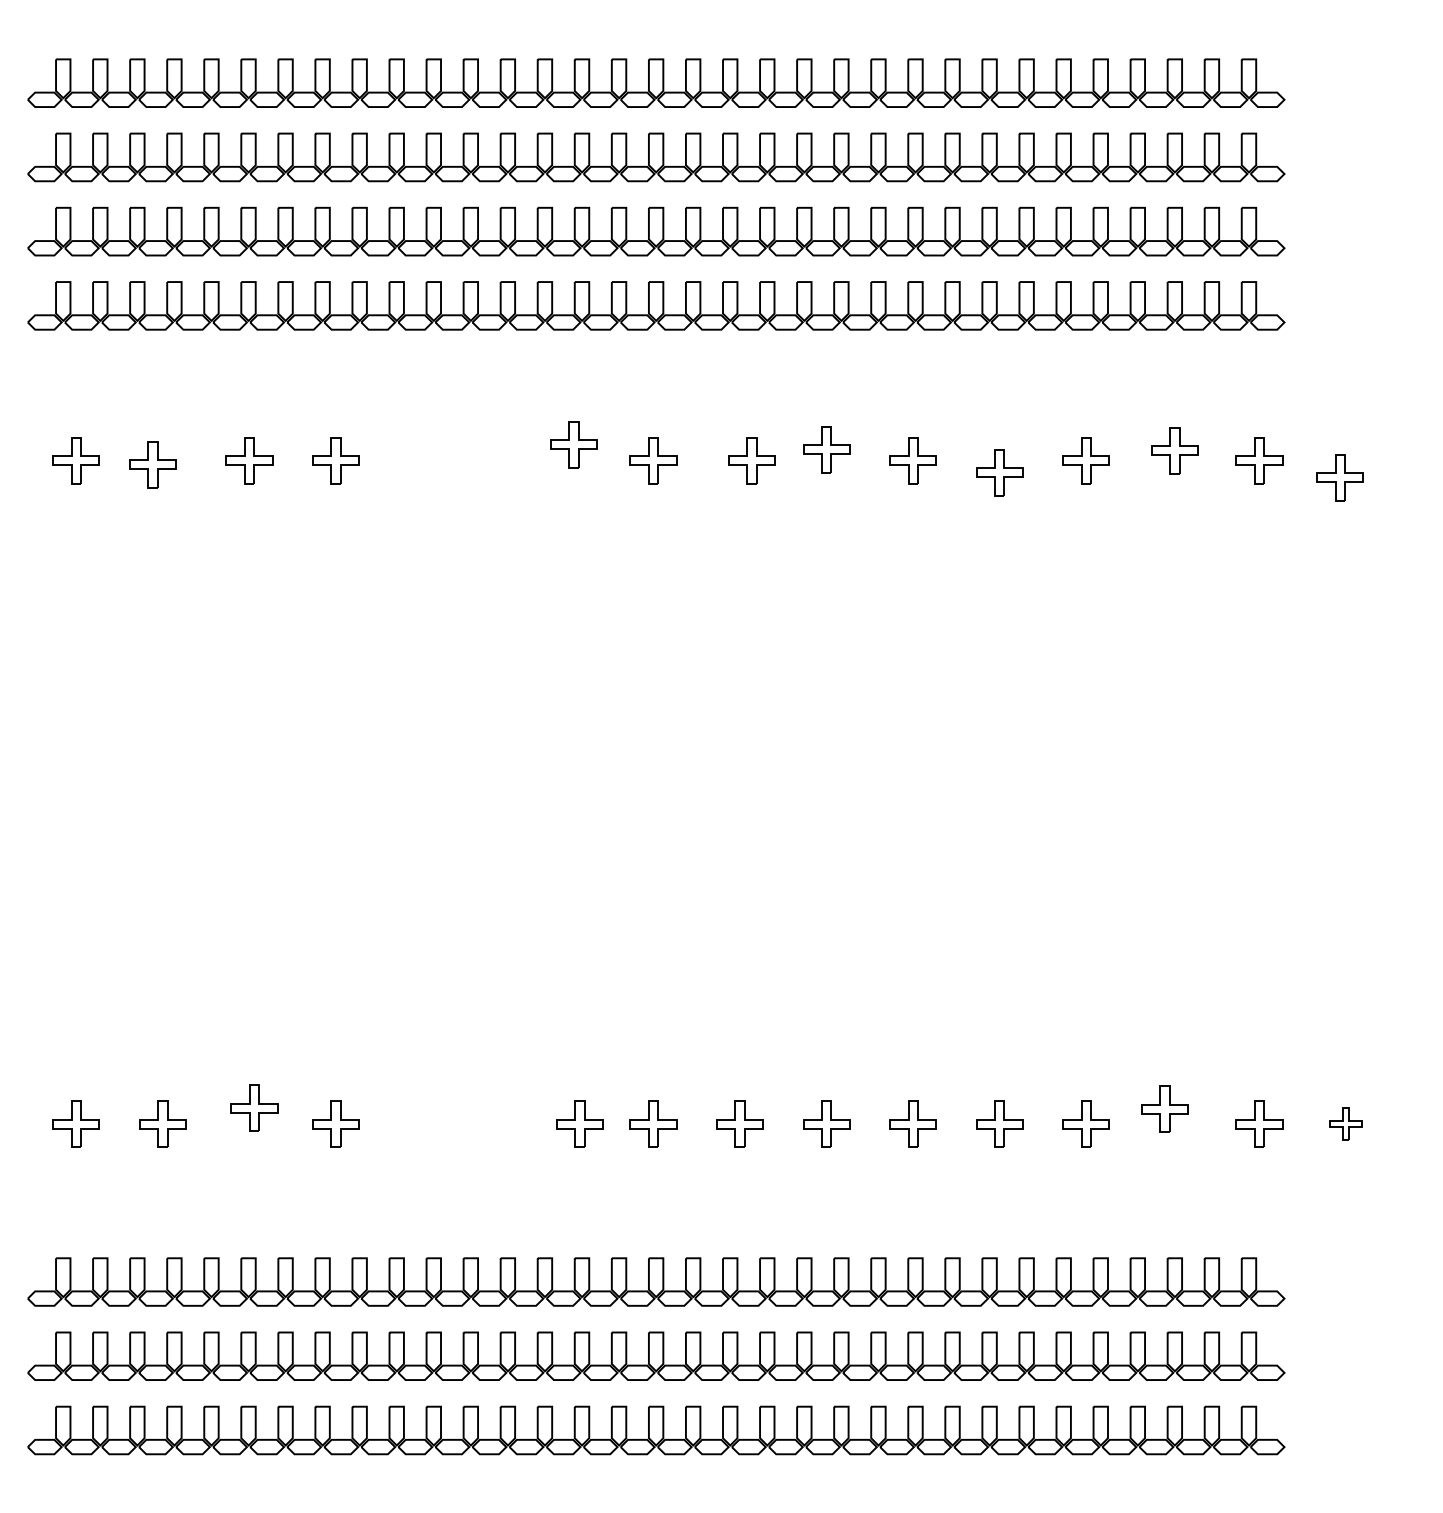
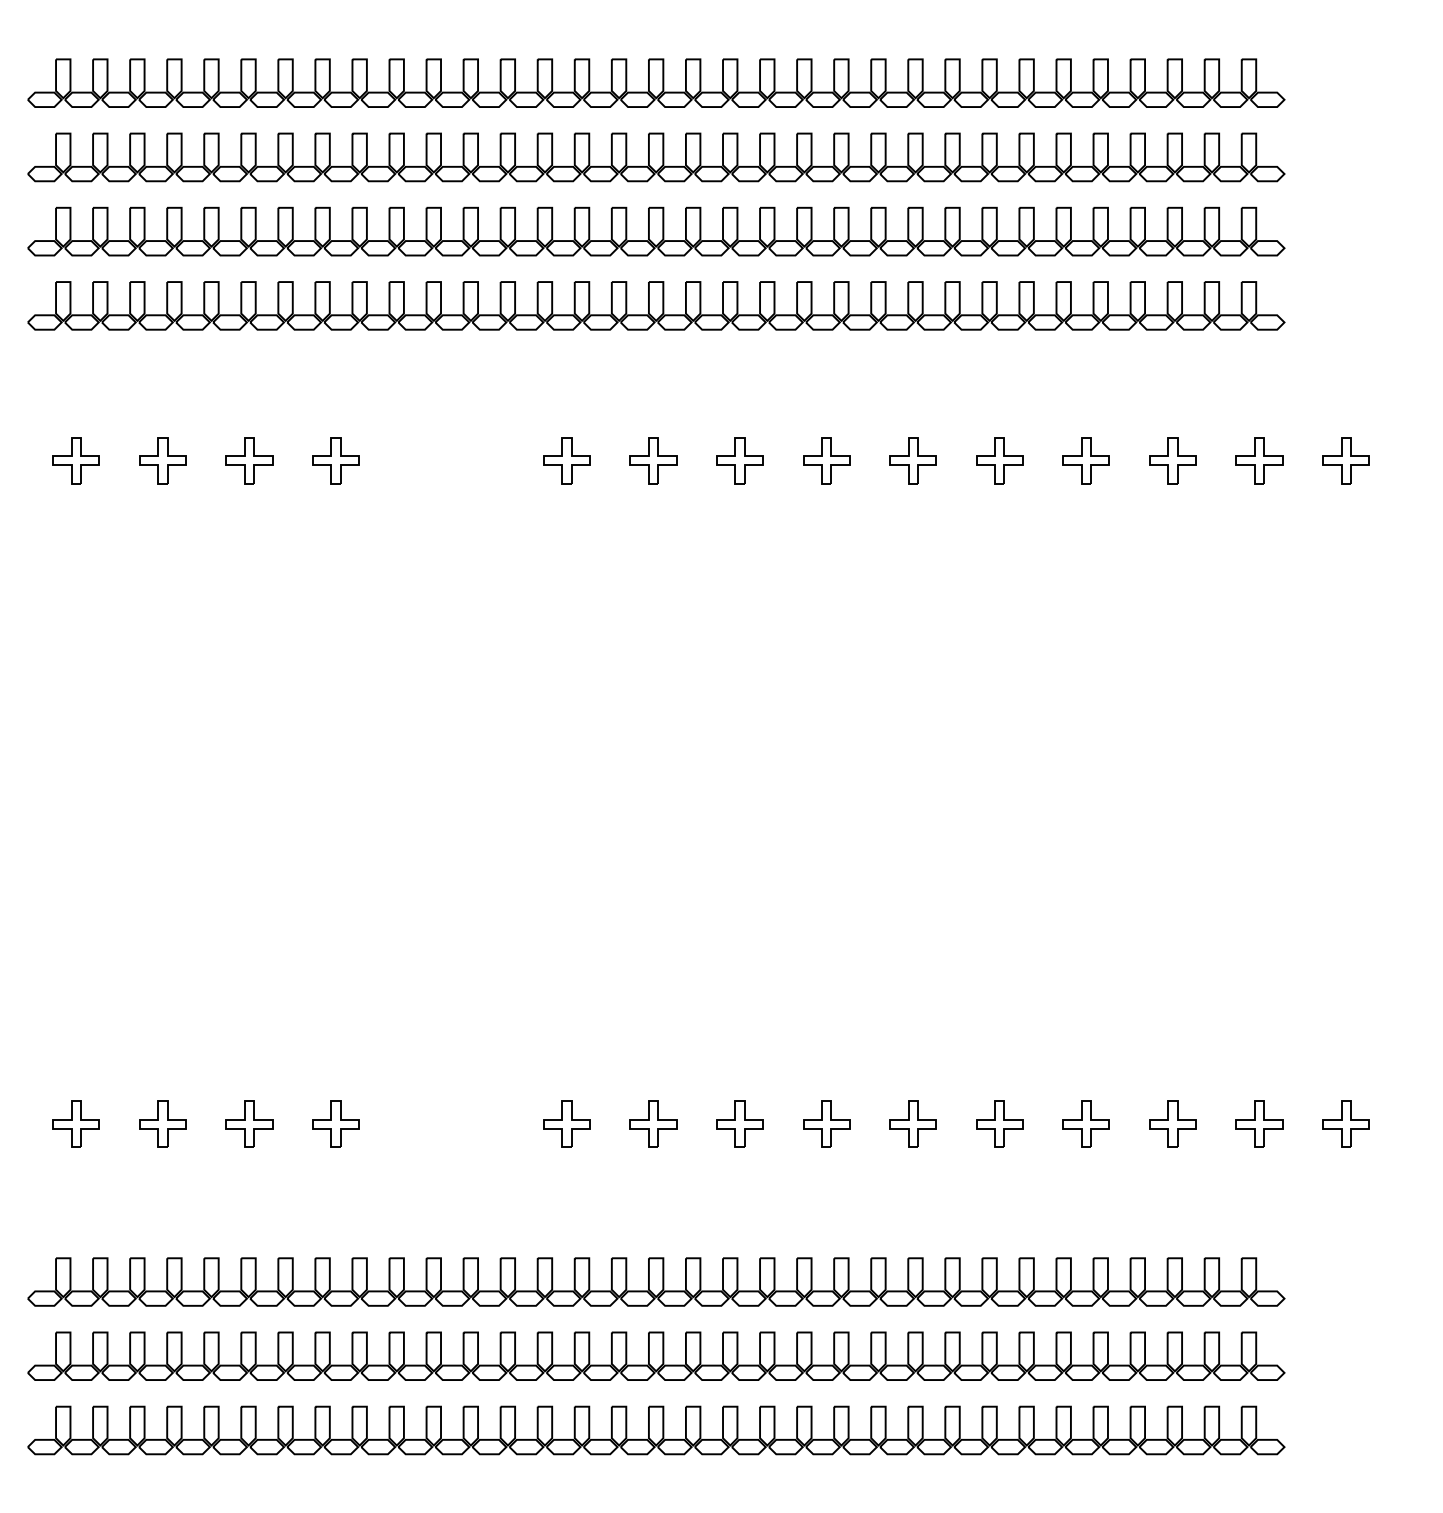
part at (573, 444) position: (573, 444) -> (566, 460)
part at (826, 449) position: (826, 449) -> (826, 460)
part at (1174, 450) position: (1174, 450) -> (1172, 460)
part at (751, 460) position: (751, 460) -> (739, 460)
part at (152, 464) position: (152, 464) -> (162, 460)
part at (999, 472) position: (999, 472) -> (999, 460)
part at (1339, 477) position: (1339, 477) -> (1345, 460)
part at (254, 1107) position: (254, 1107) -> (249, 1123)
part at (1164, 1108) position: (1164, 1108) -> (1172, 1123)
part at (579, 1123) position: (579, 1123) -> (566, 1123)
part at (1345, 1123) size: 34x34 px -> 48x48 px
